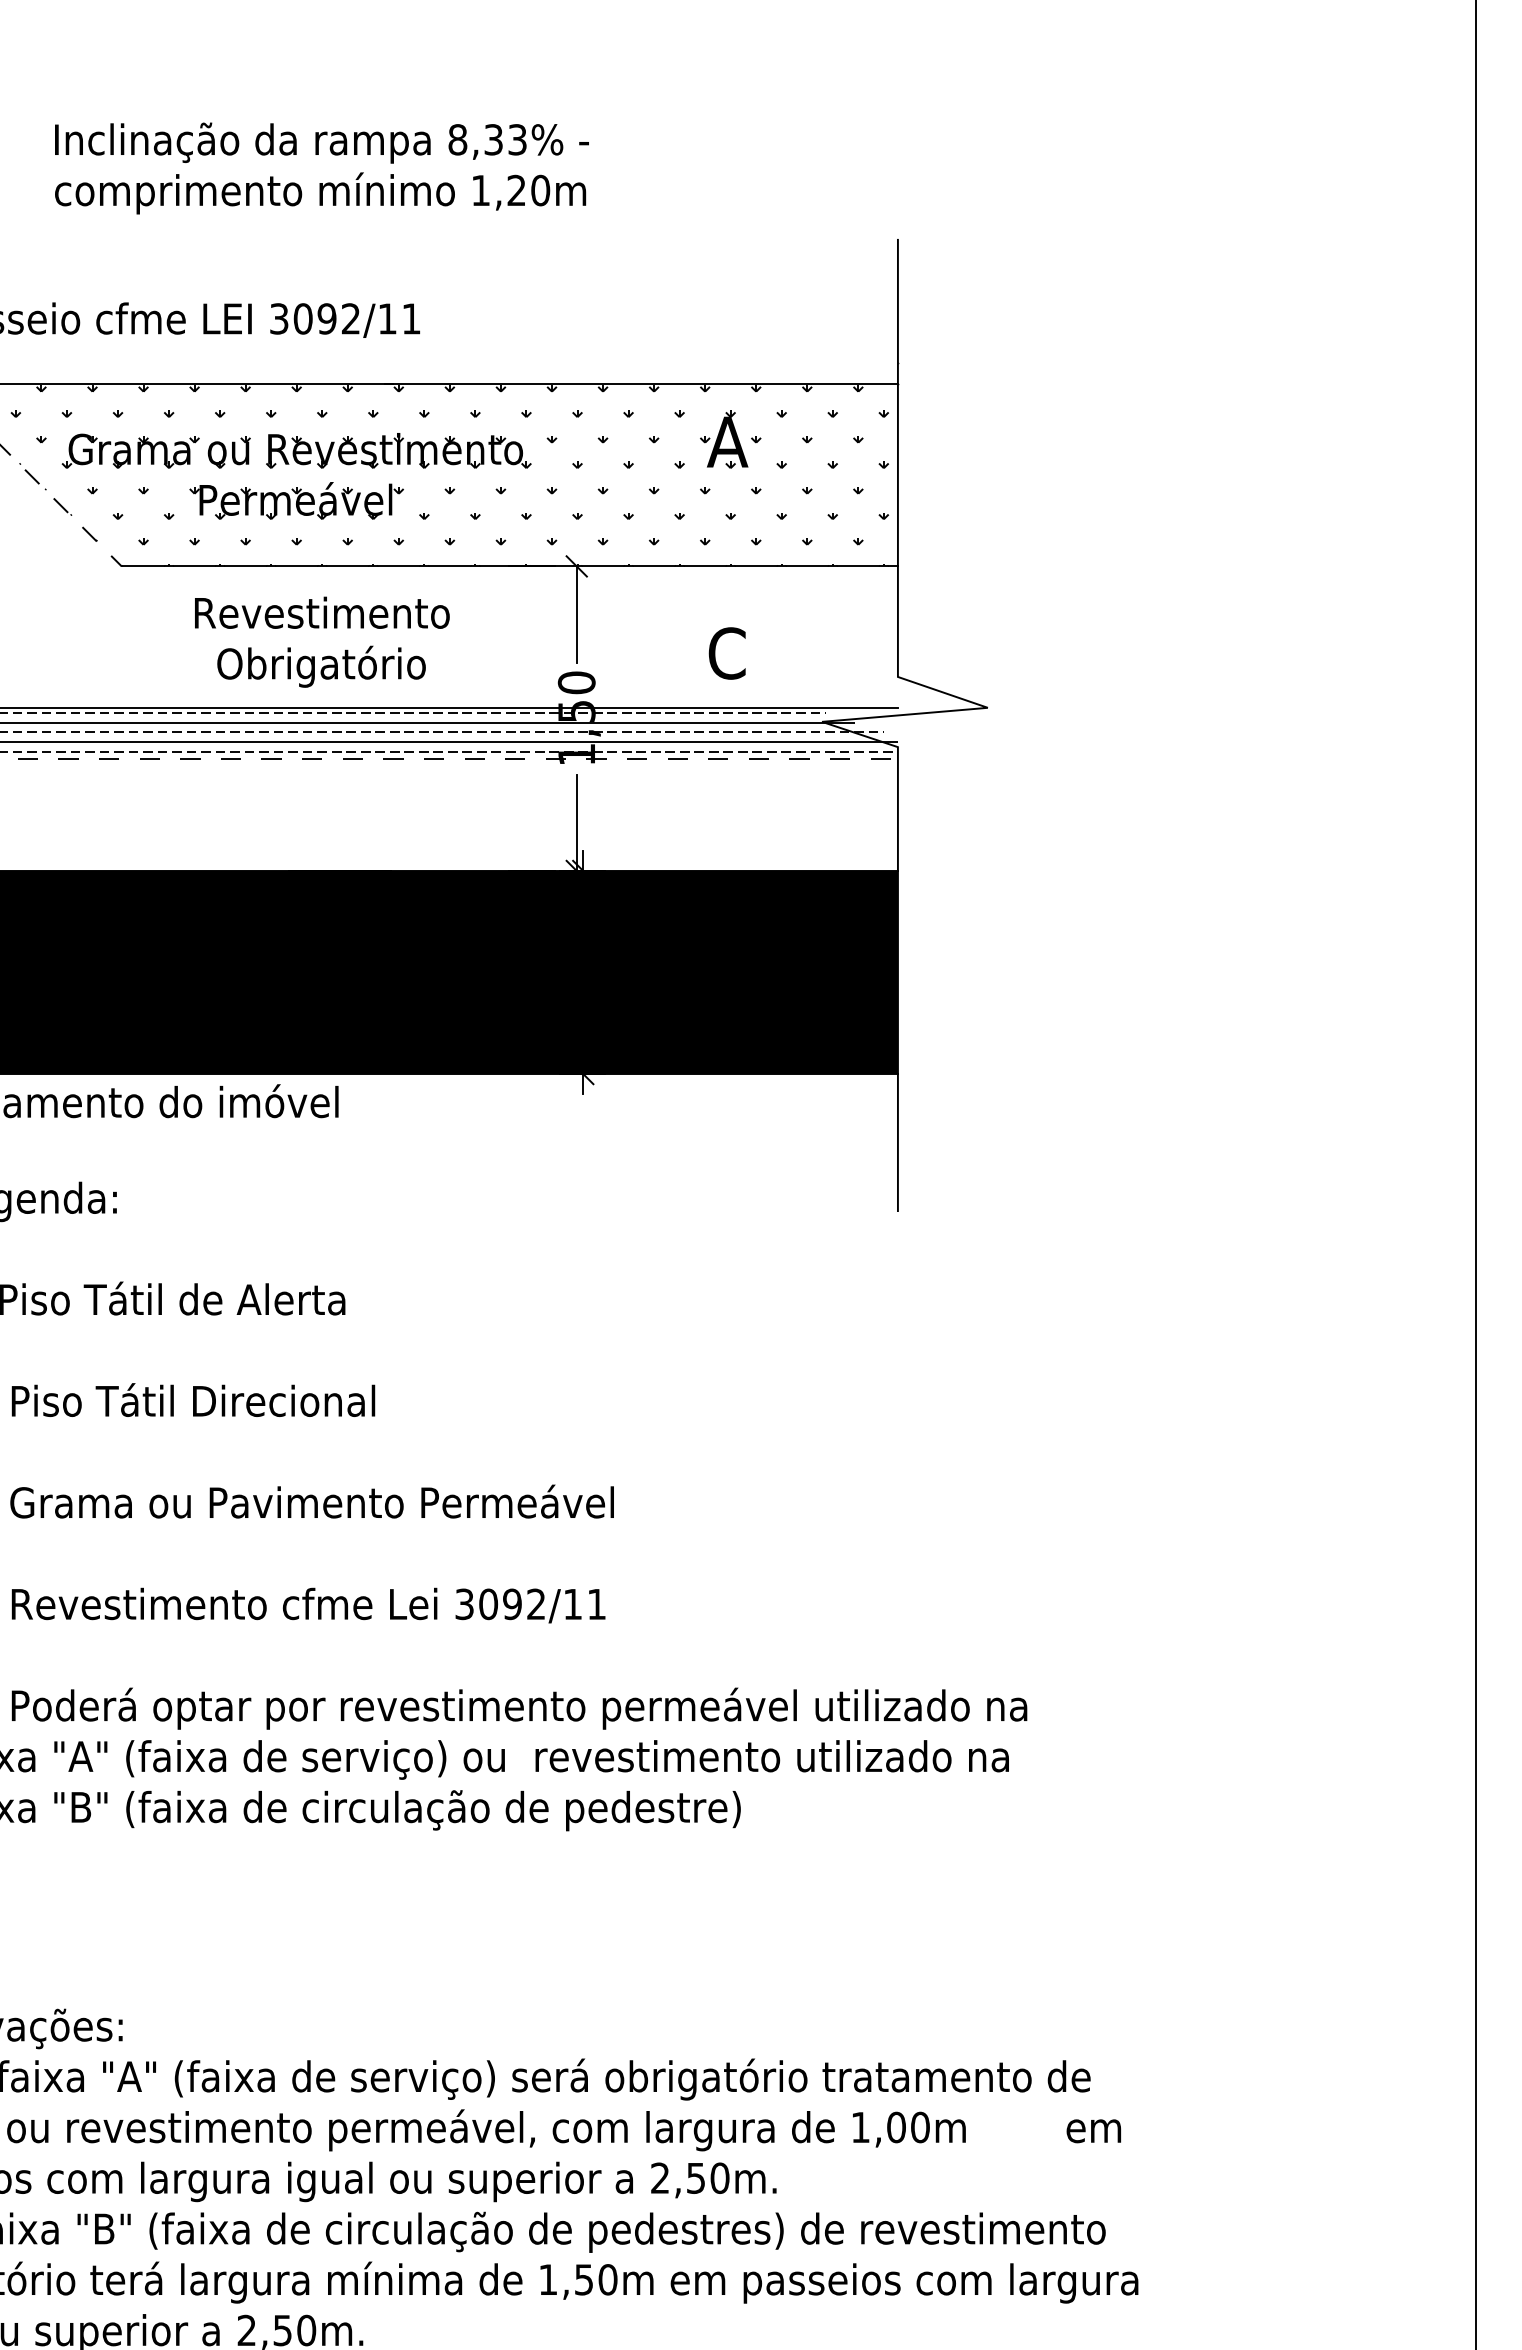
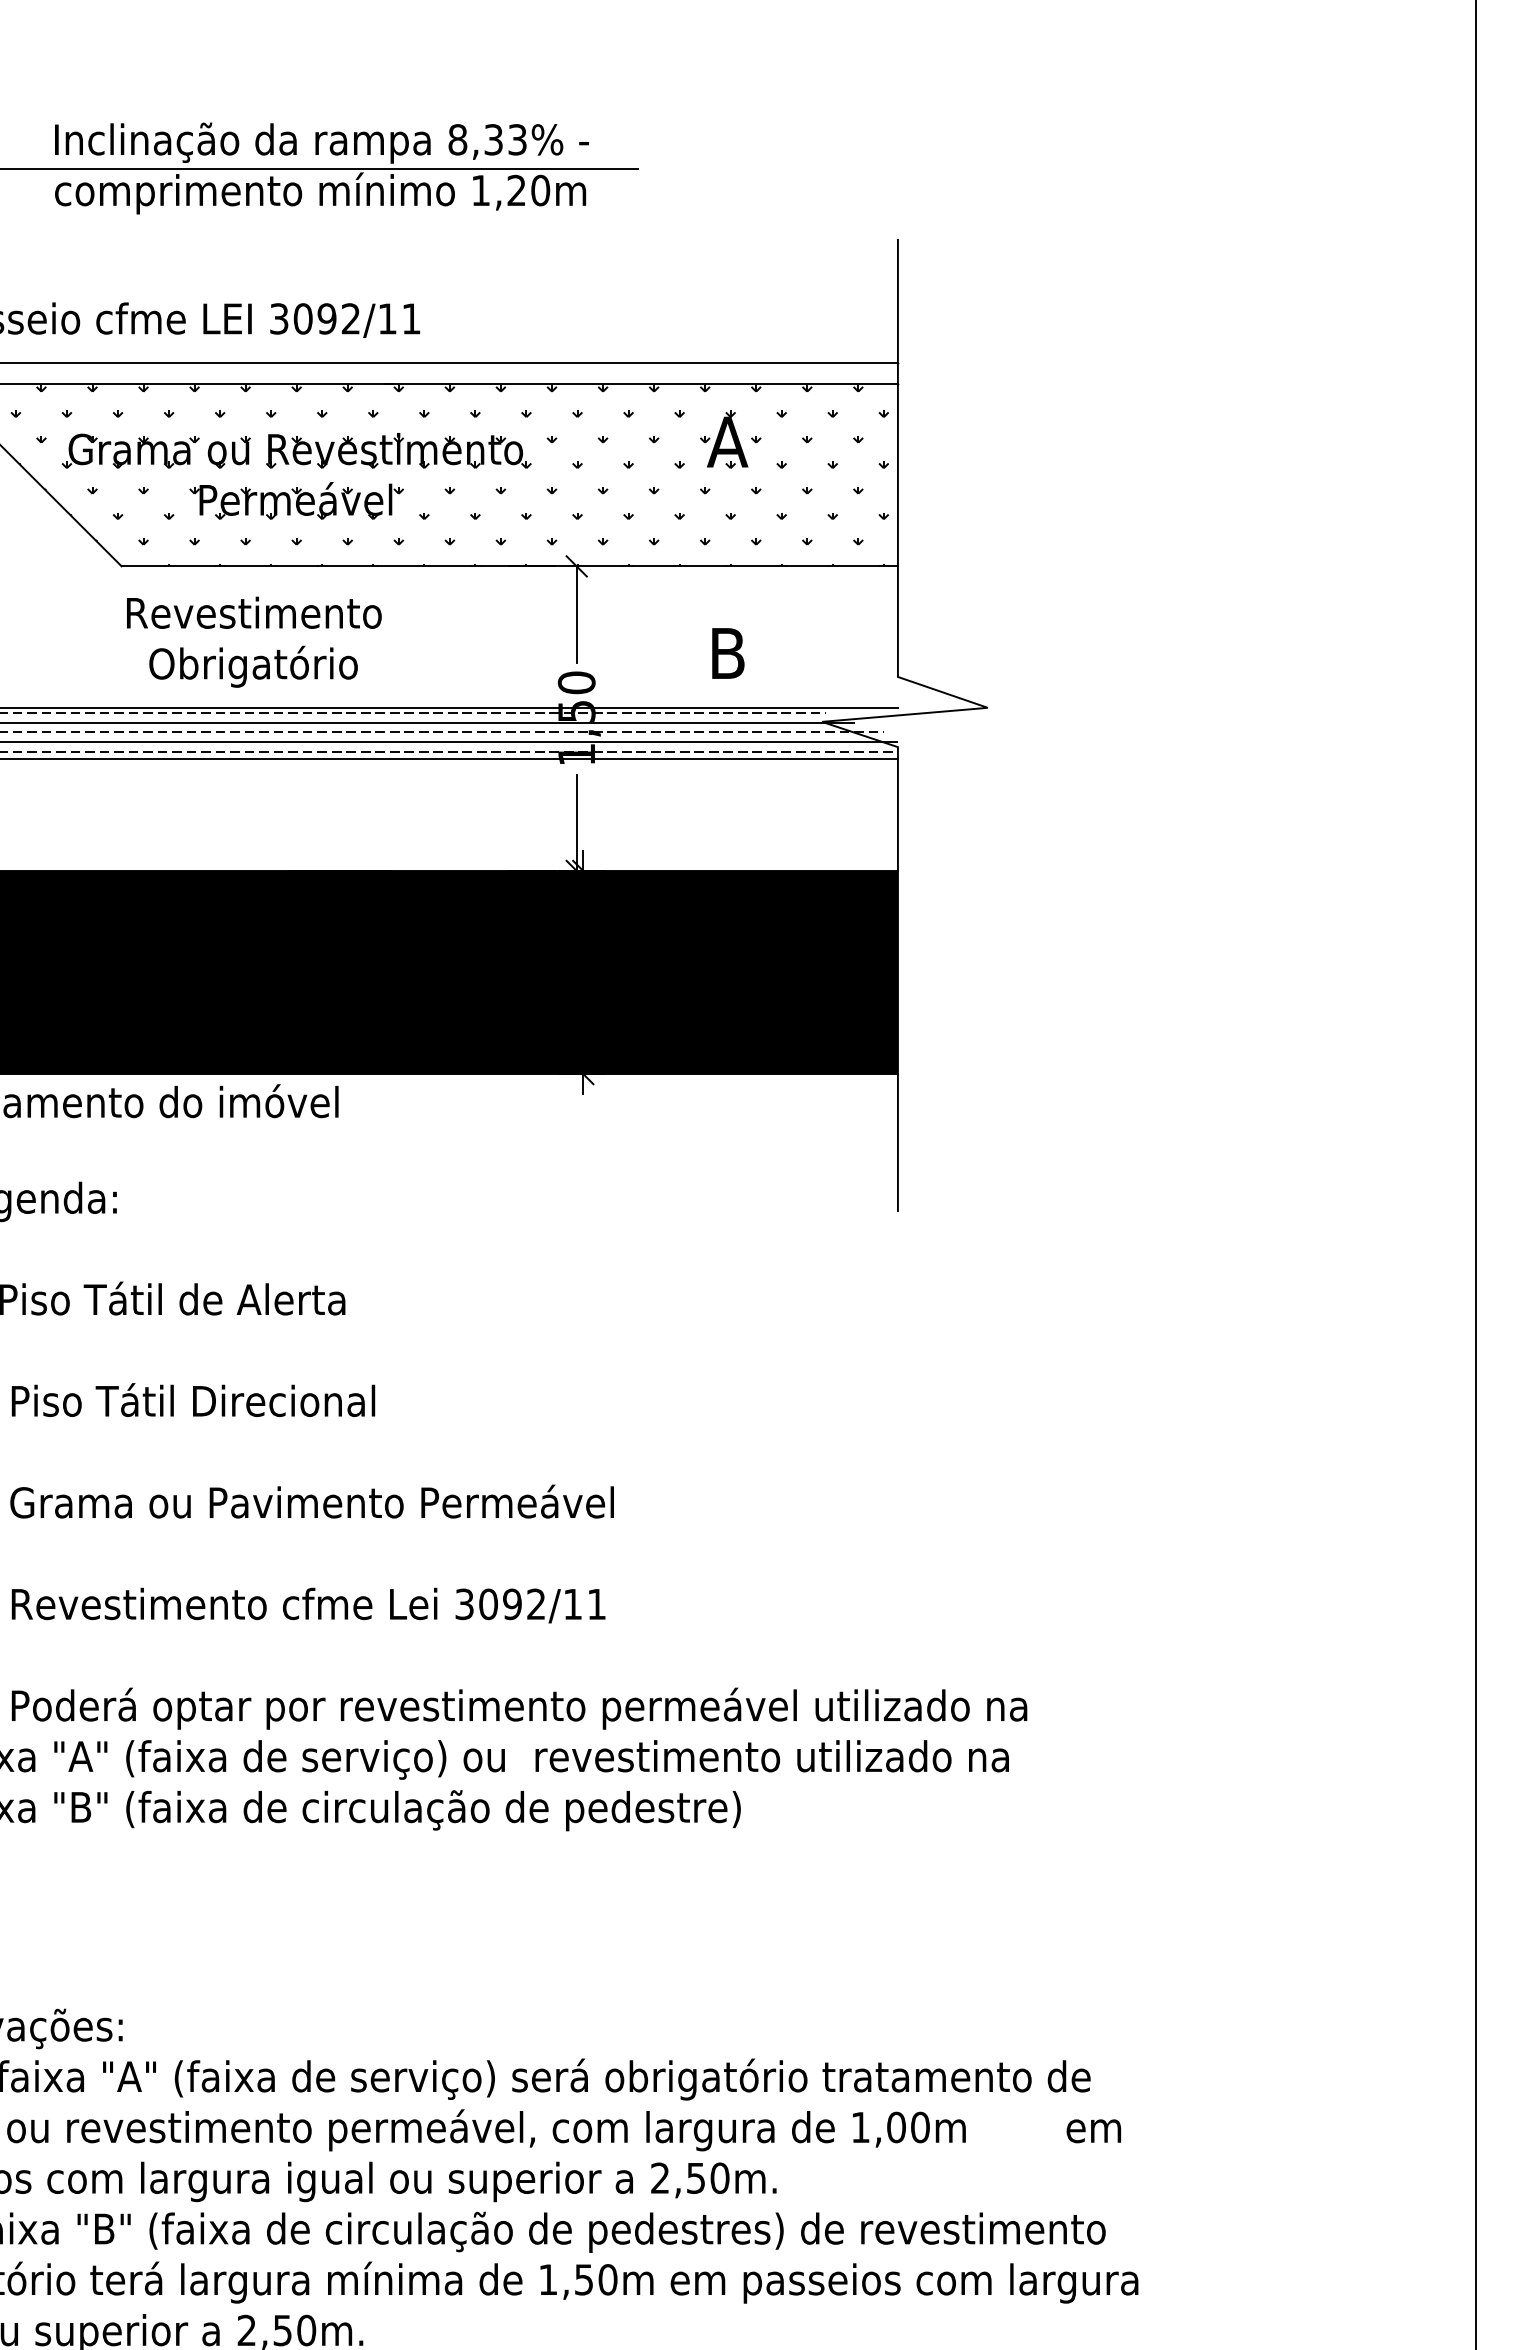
line at (320, 168): none -> present
line at (449, 363): none -> present
line at (60, 505): dashed -> solid
text at (322, 641) position: (322, 641) -> (254, 641)
text at (726, 653): C -> B
line at (449, 759): dashed -> solid
